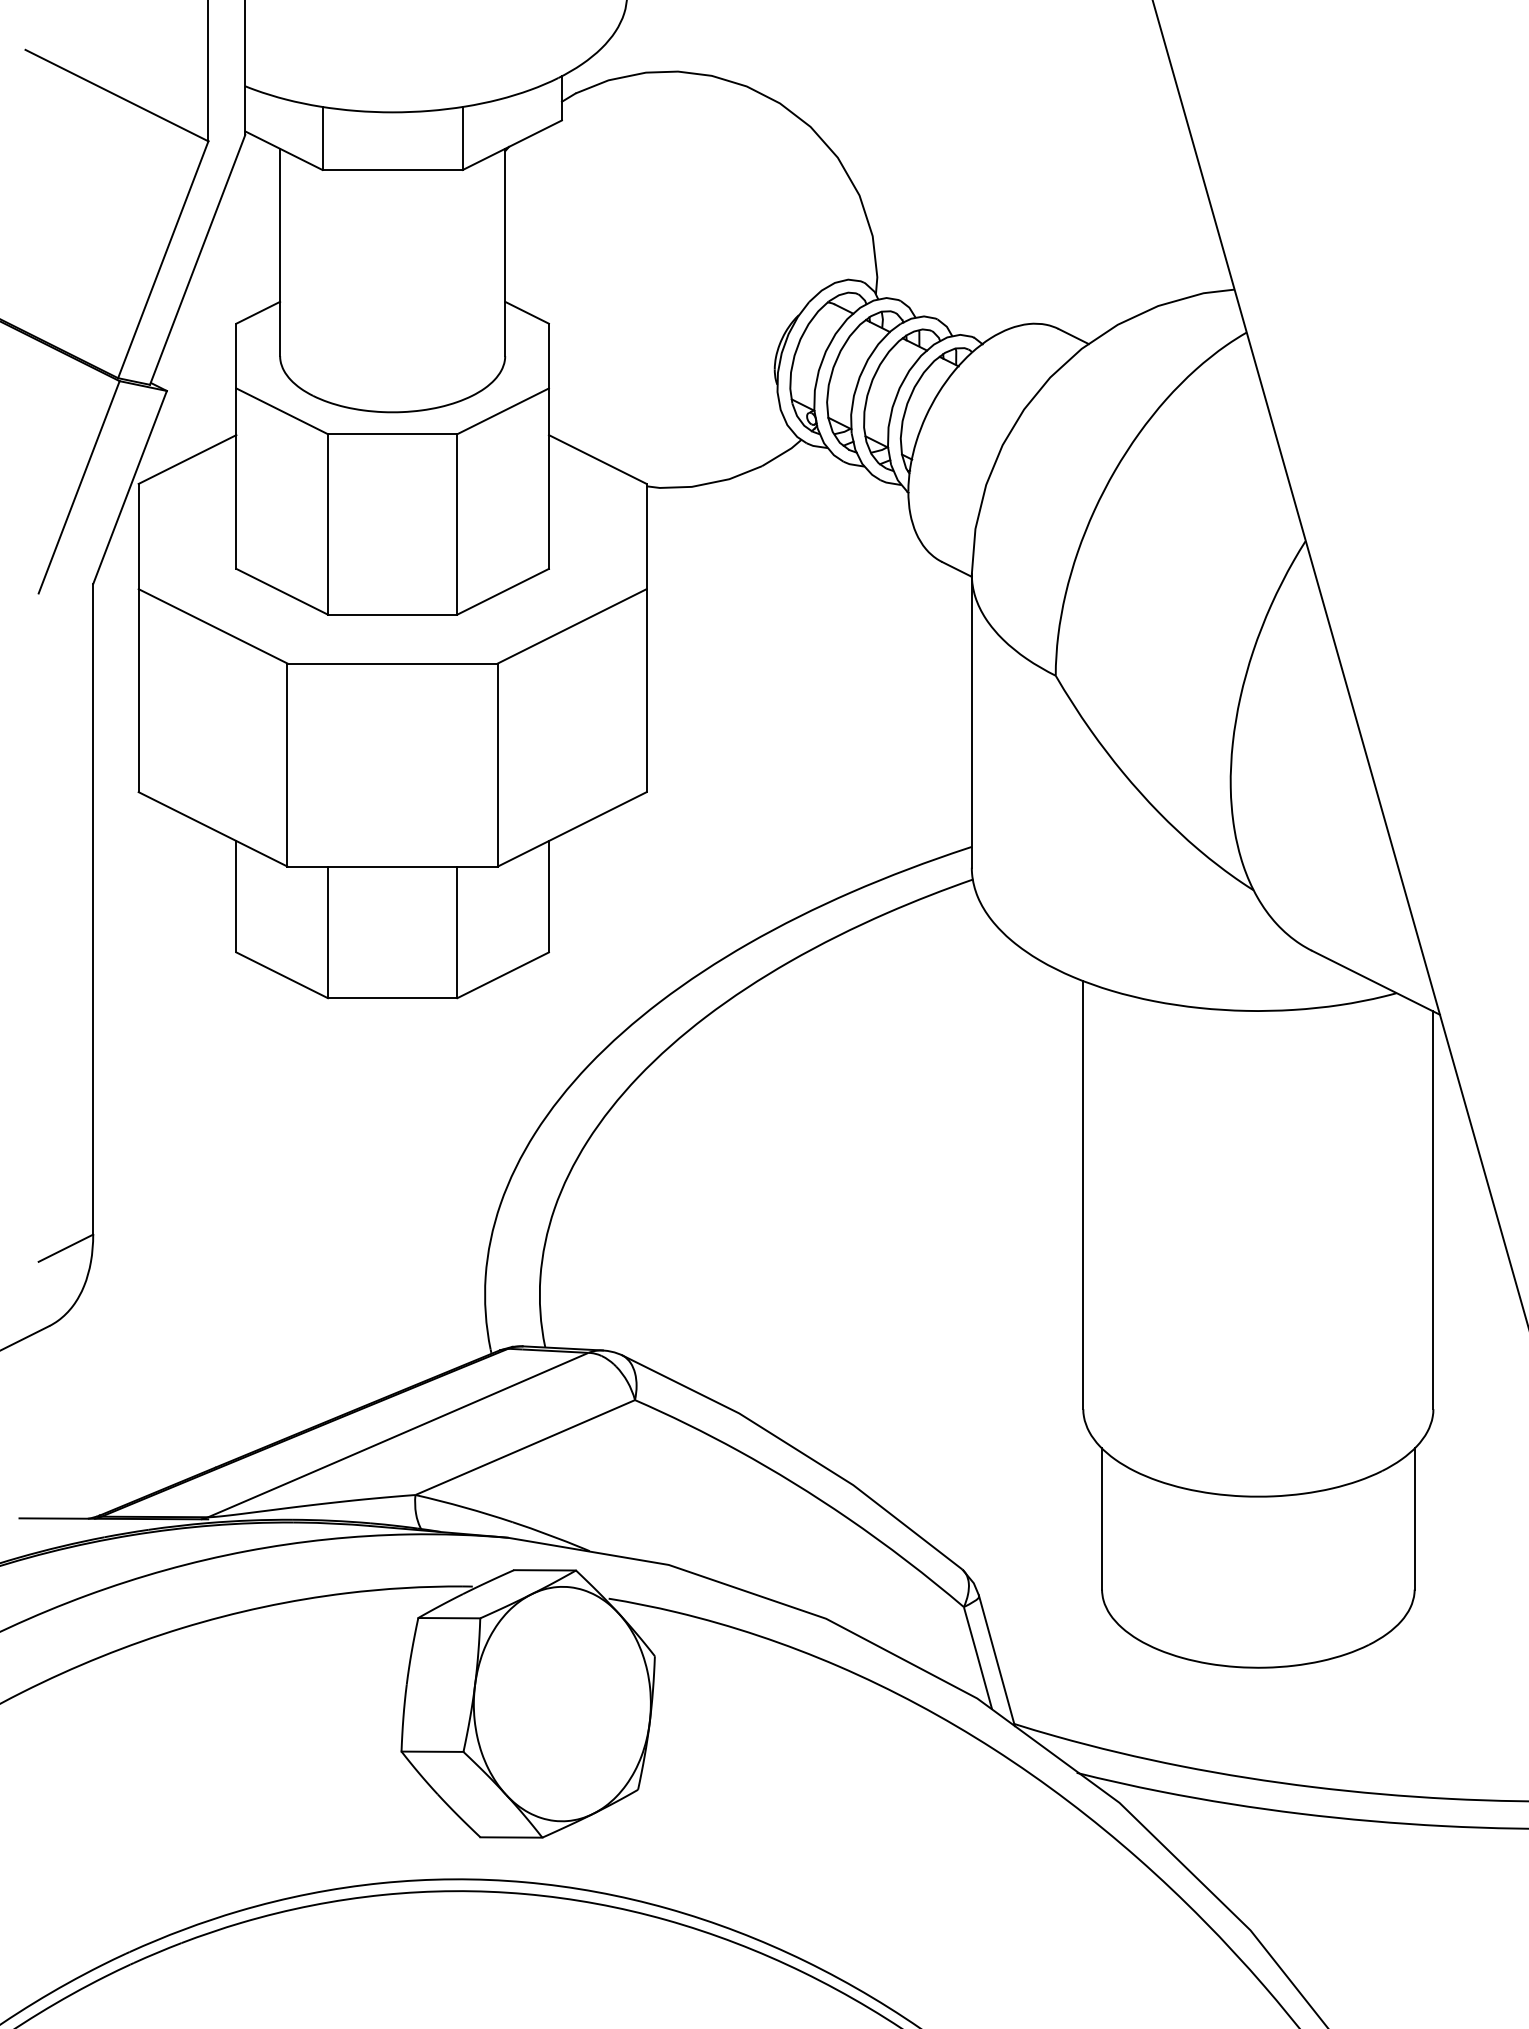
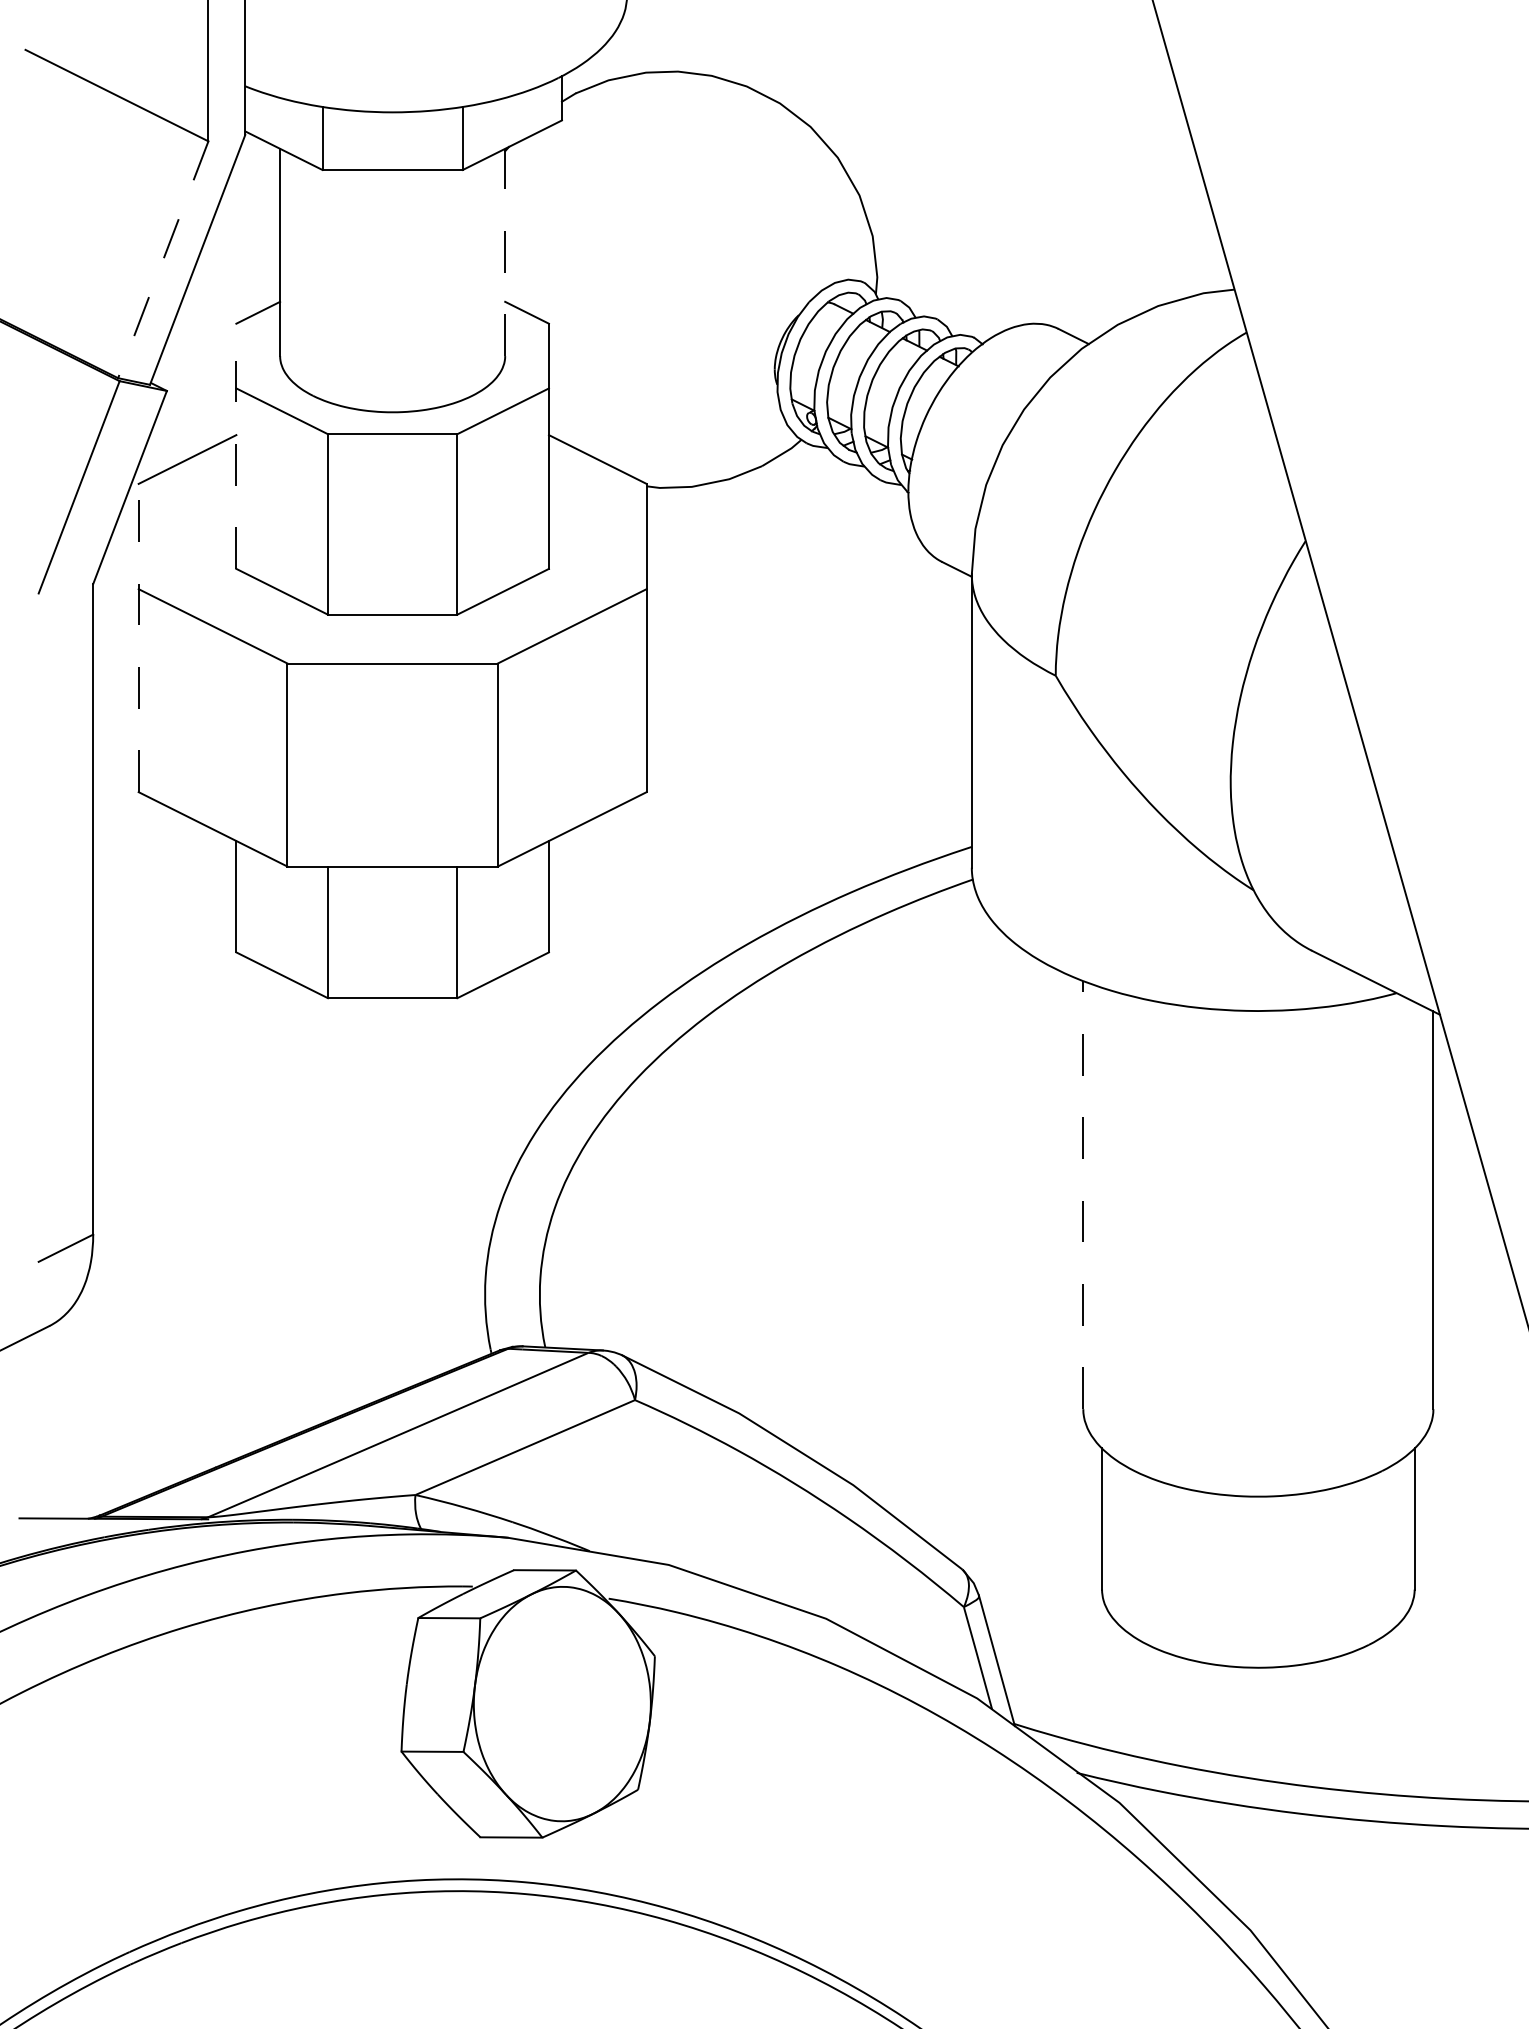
line at (505, 252): solid -> dashed
line at (163, 259): solid -> dashed
line at (236, 446): solid -> dashed
line at (138, 637): solid -> dashed
line at (1083, 1194): solid -> dashed
